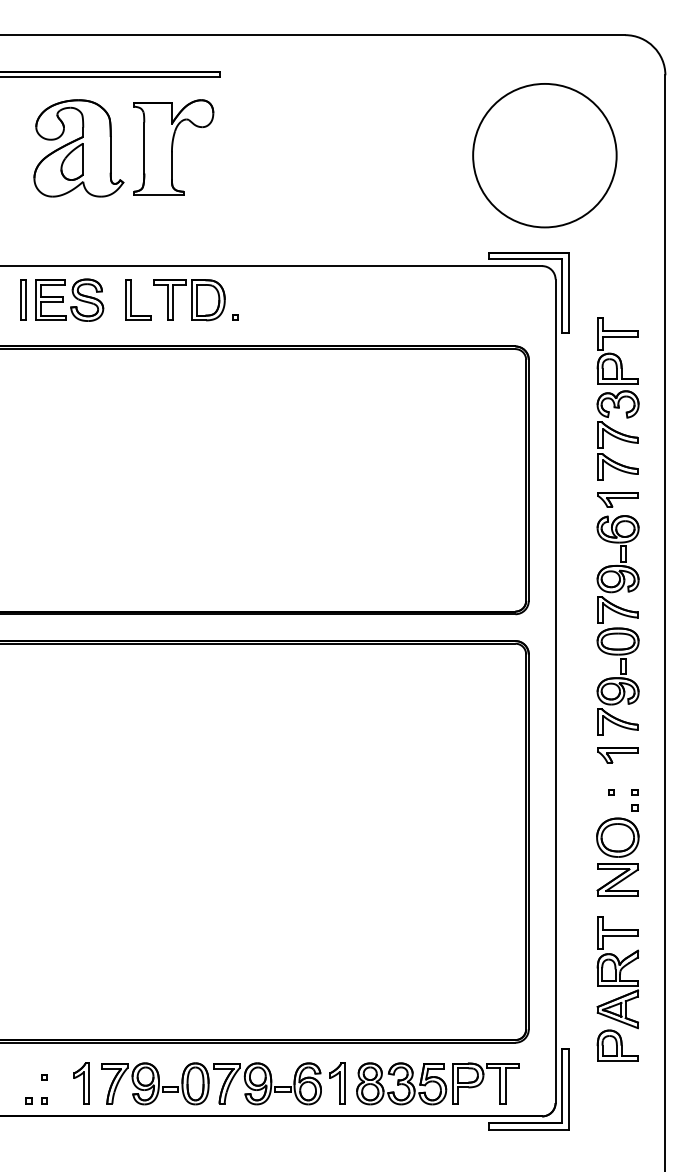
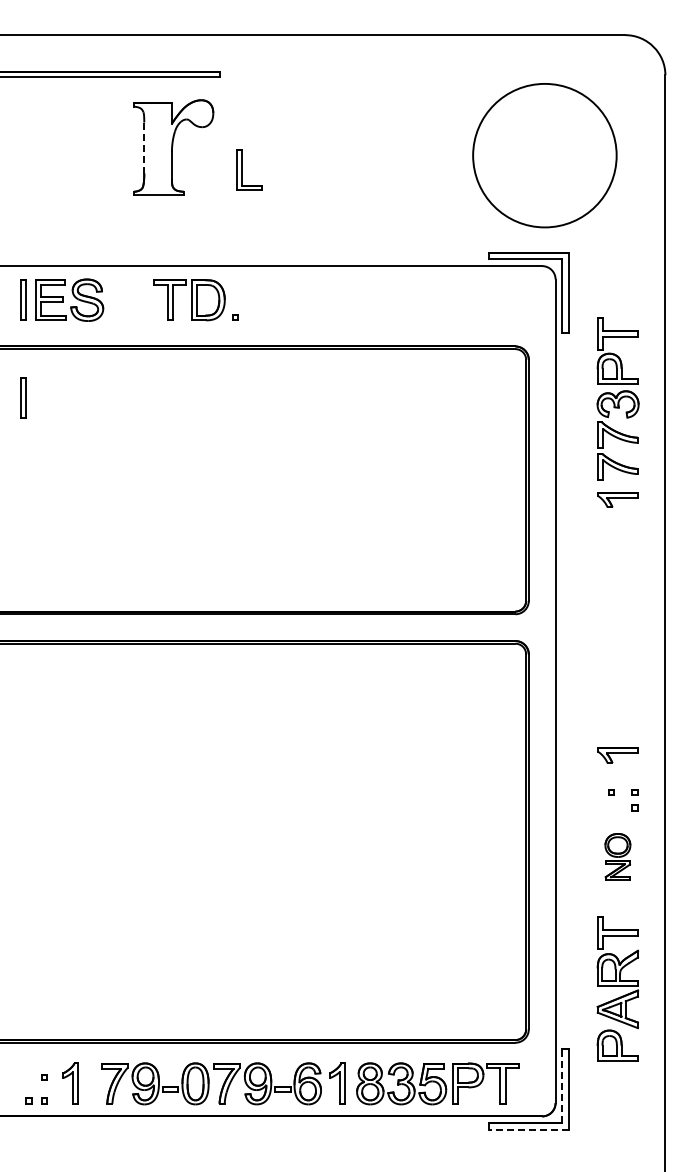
line at (144, 147): solid -> dashed
part at (78, 148): present -> none
part at (131, 299) position: (131, 299) -> (242, 169)
part at (23, 397): none -> present
part at (617, 625): present -> none
part at (617, 856) size: 44x80 px -> 28x48 px
part at (81, 1083) position: (81, 1083) -> (70, 1083)
line at (562, 1086): solid -> dashed
line at (528, 1129): solid -> dashed
